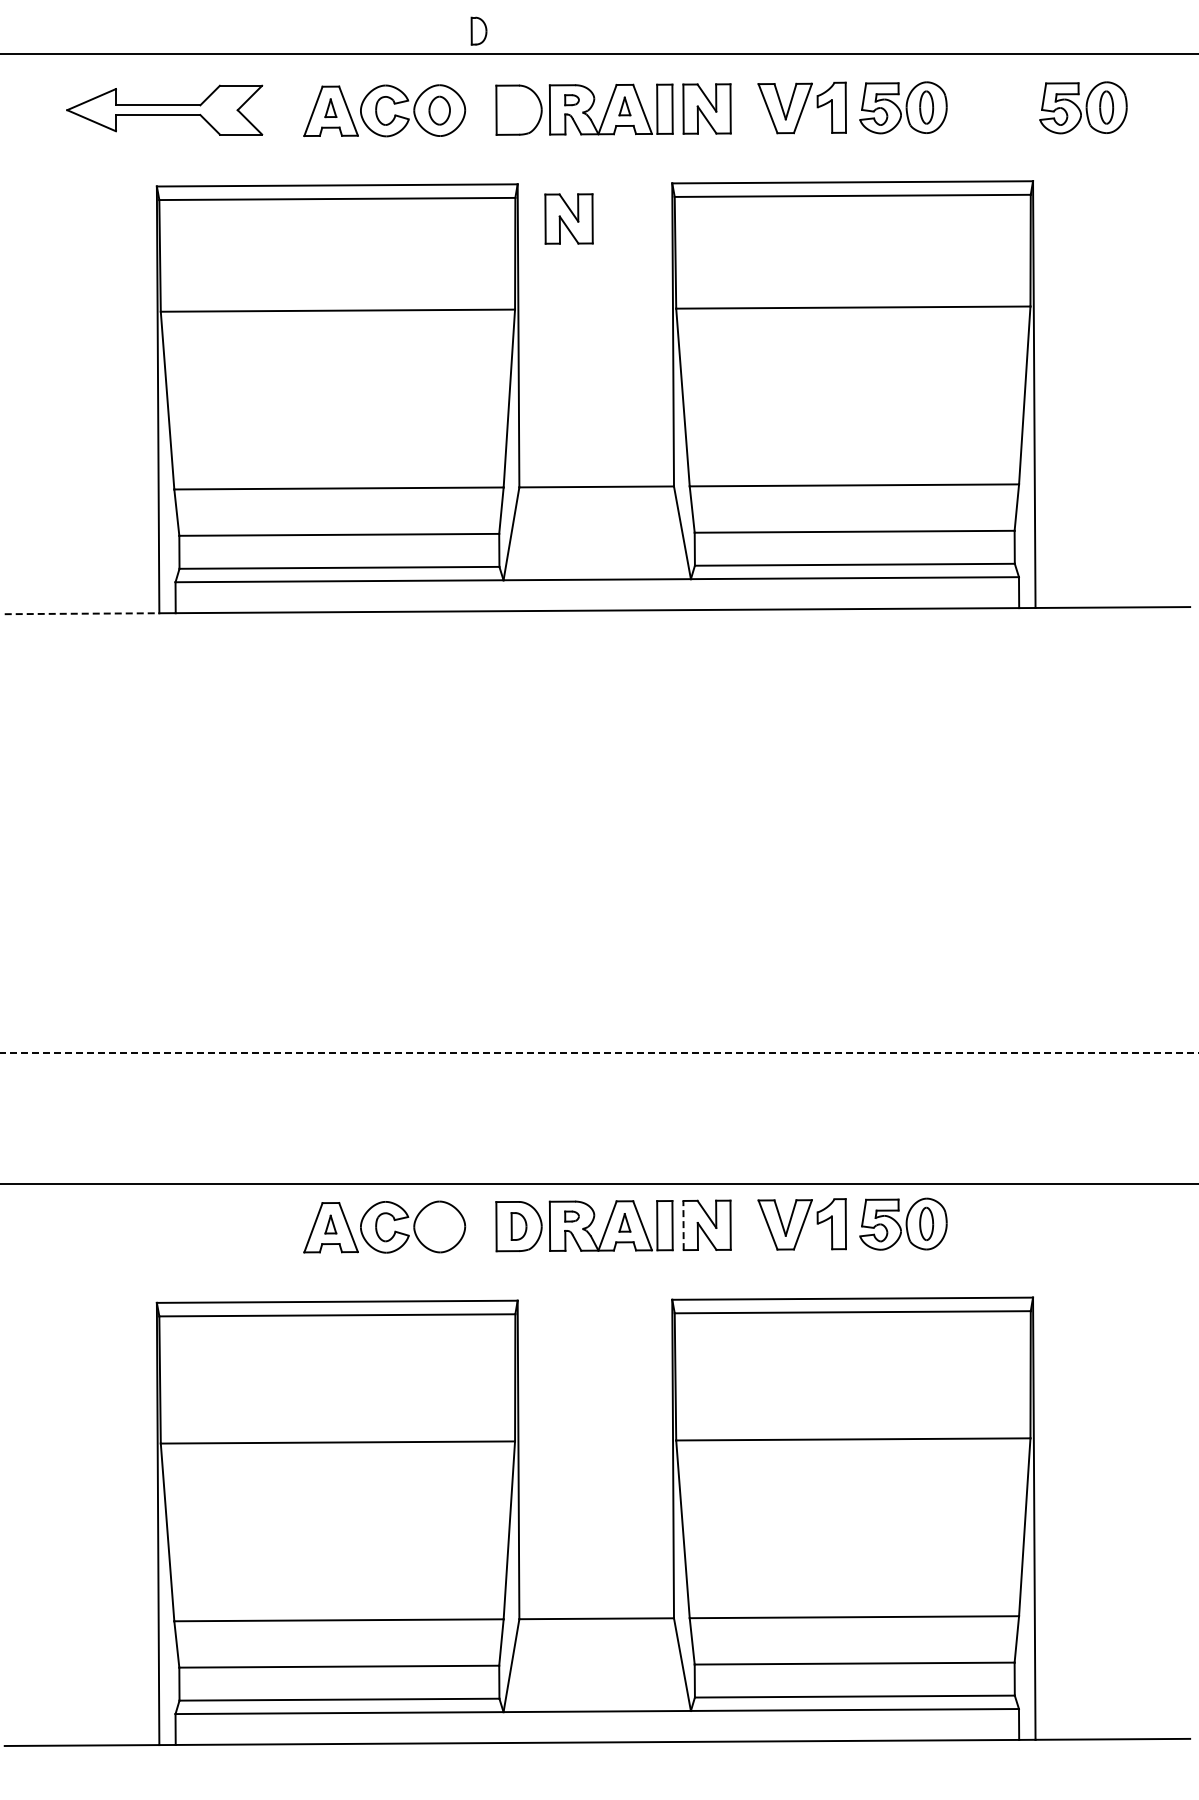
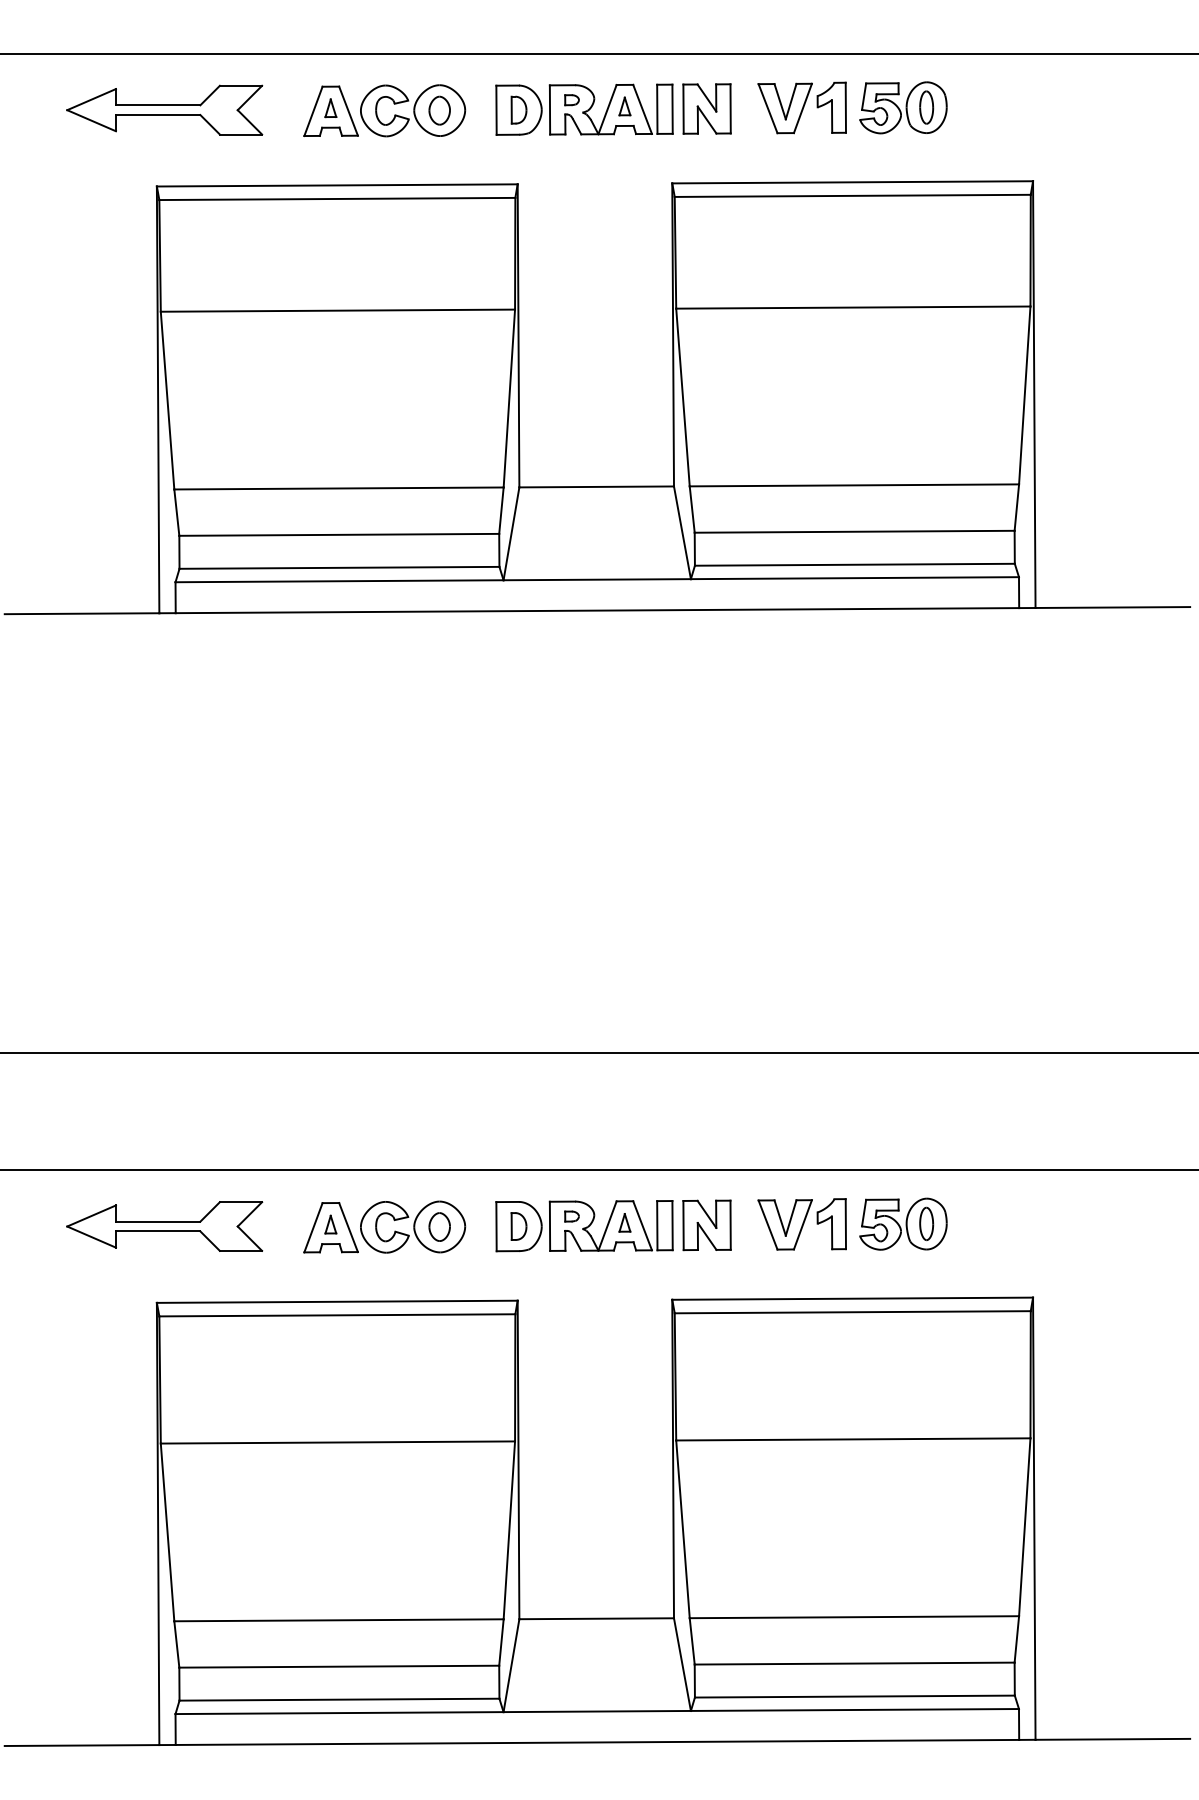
part at (478, 30) position: (478, 30) -> (518, 109)
part at (1083, 107): present -> none
part at (568, 218): present -> none
line at (82, 613): dashed -> solid
line at (599, 1052): dashed -> solid
line at (598, 1184) position: (598, 1184) -> (598, 1170)
line at (683, 1225): dashed -> solid
part at (164, 1226): none -> present
part at (439, 1226): none -> present
